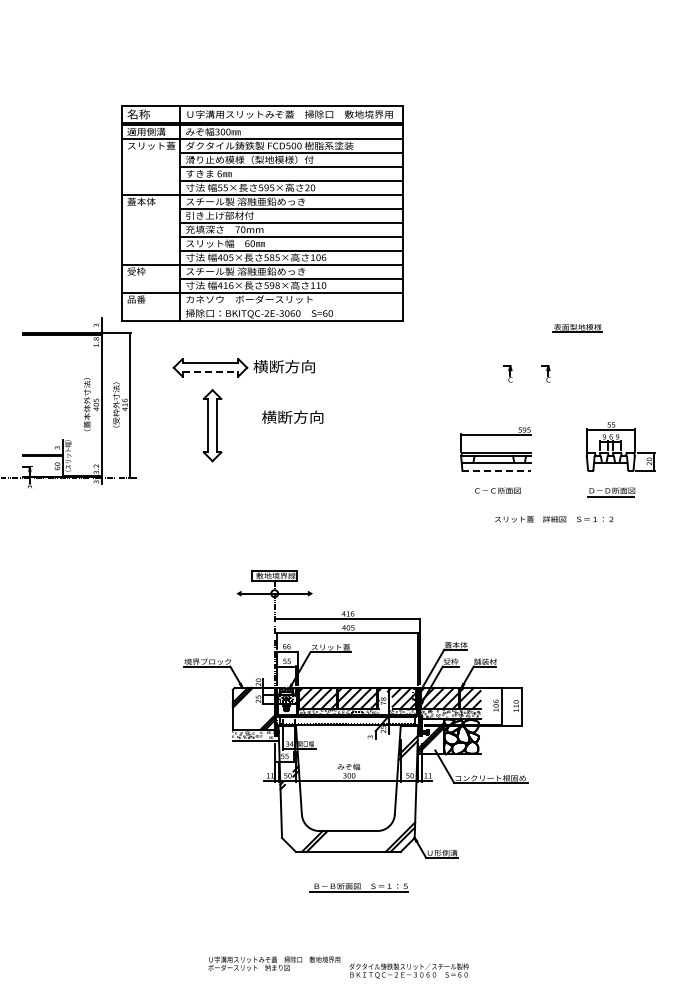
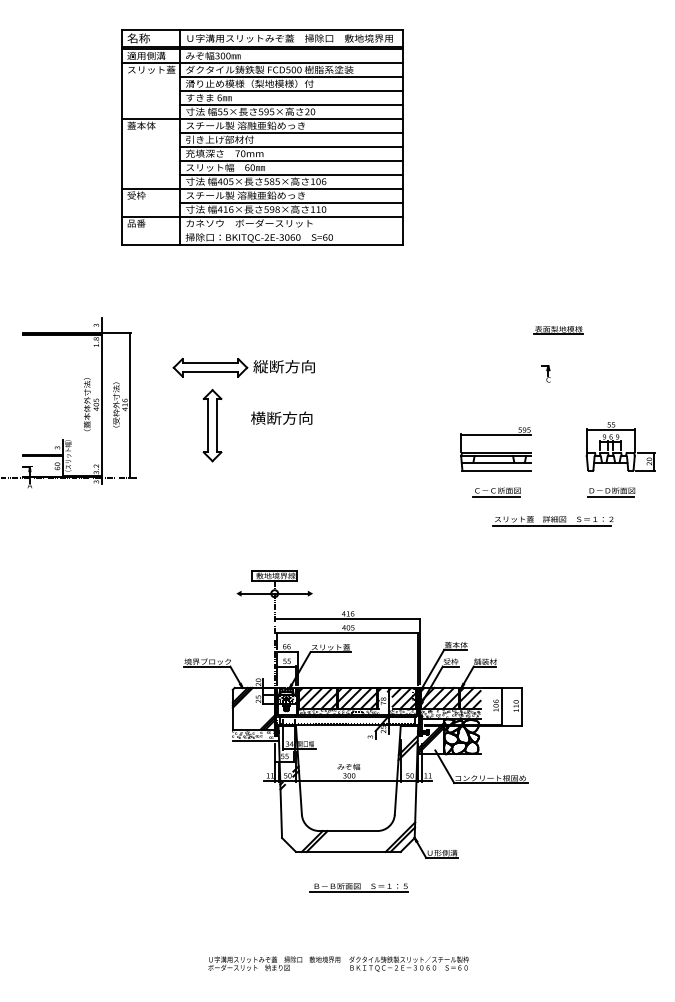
part at (262, 213) position: (262, 213) -> (262, 137)
part at (577, 328) position: (577, 328) -> (558, 330)
text at (260, 366): 横断方向 -> 縦断方向
line at (210, 372): dashed -> solid
part at (507, 373): present -> none
text at (292, 416) position: (292, 416) -> (281, 417)
line at (496, 470): dashed -> solid
line at (496, 497): none -> present
line at (551, 525): none -> present
text at (408, 970) position: (408, 970) -> (408, 963)
